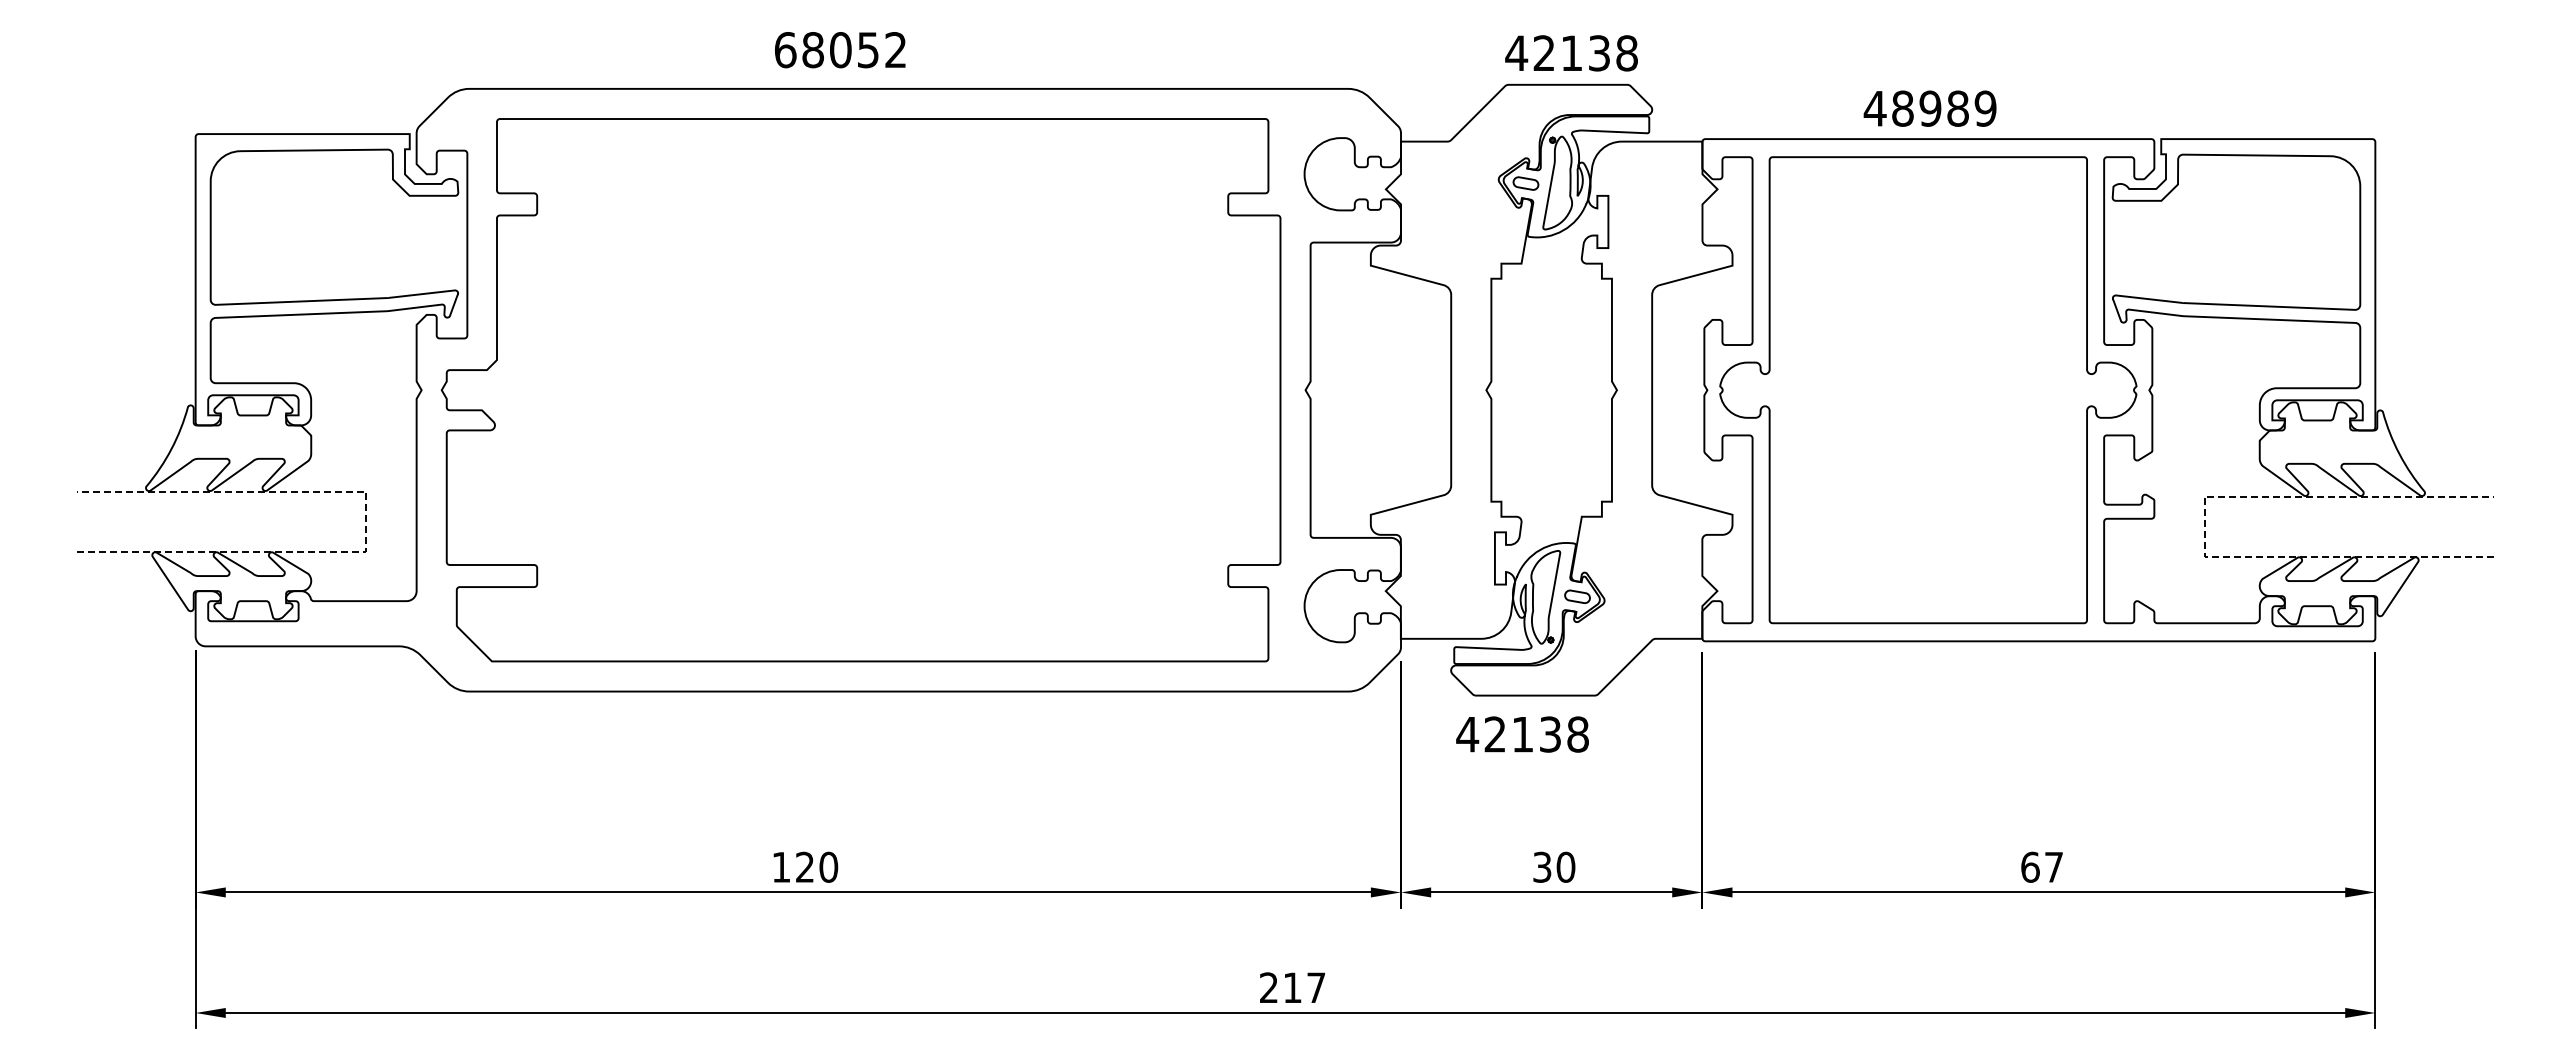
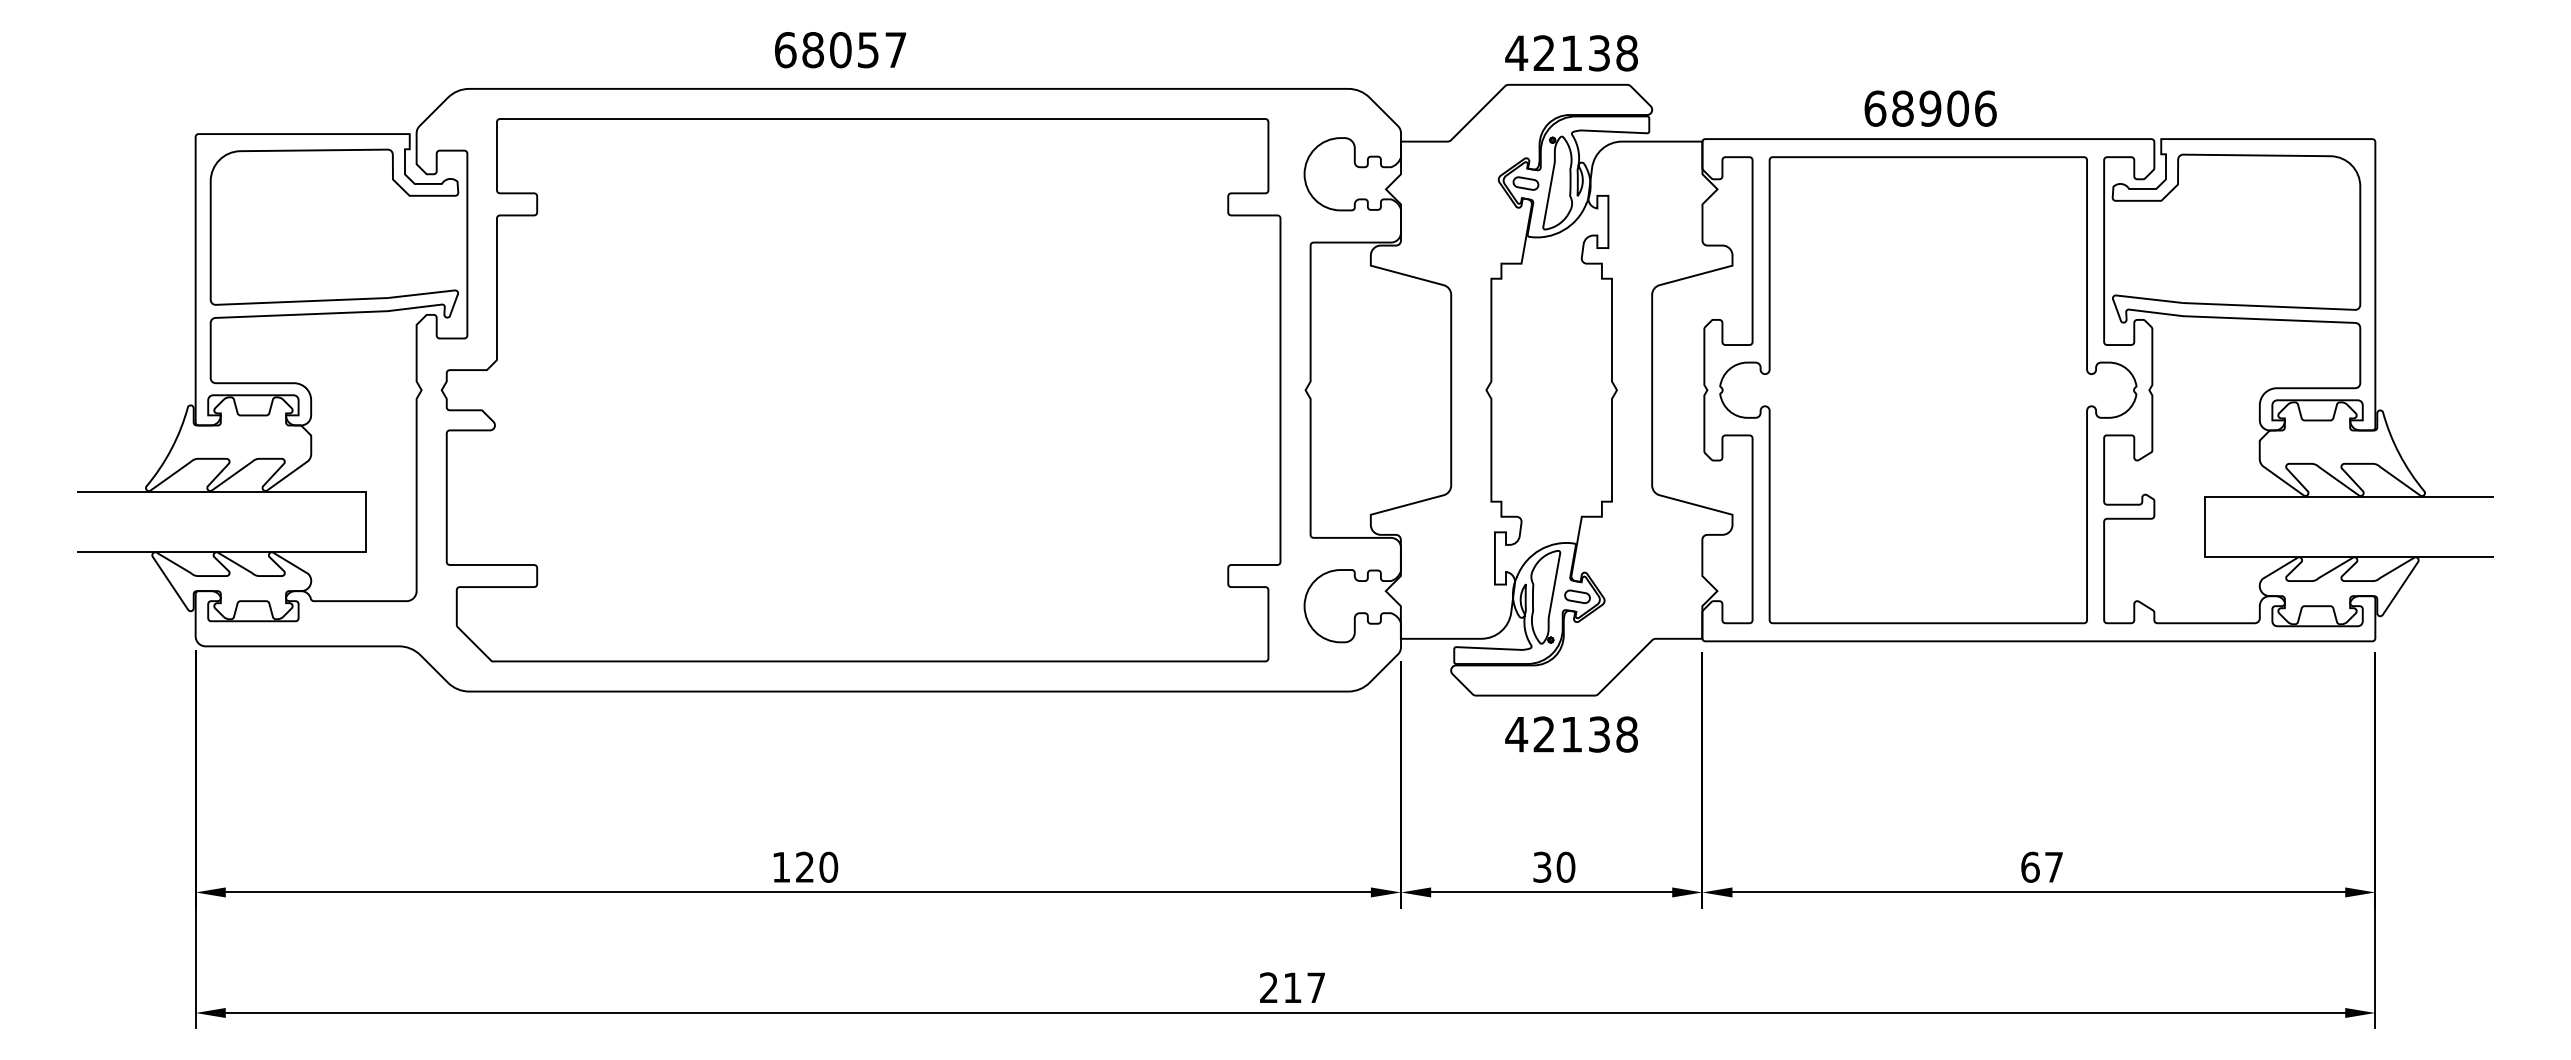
text at (895, 49): 68052 -> 68057
text at (1929, 108): 48989 -> 68906
line at (366, 521): dashed -> solid
line at (2204, 526): dashed -> solid
text at (1522, 734) position: (1522, 734) -> (1571, 734)
